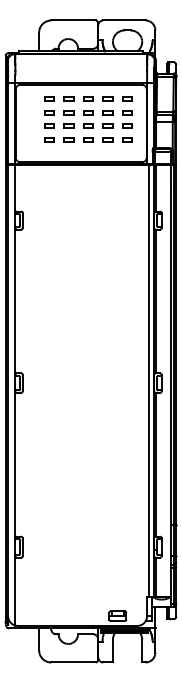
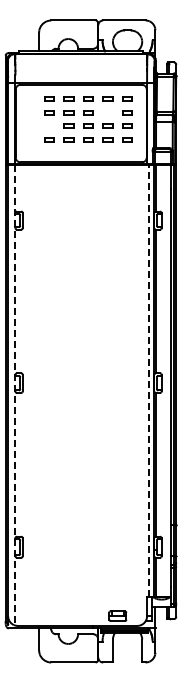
part at (107, 112): present -> none
part at (49, 125): present -> none
line at (148, 380): solid -> dashed
line at (15, 395): solid -> dashed
